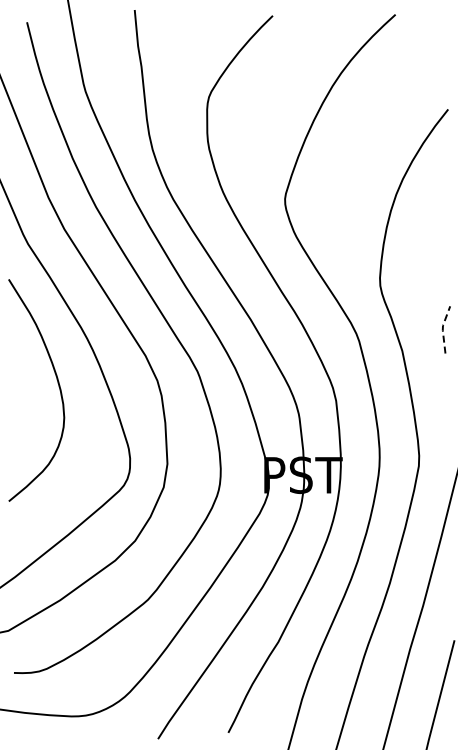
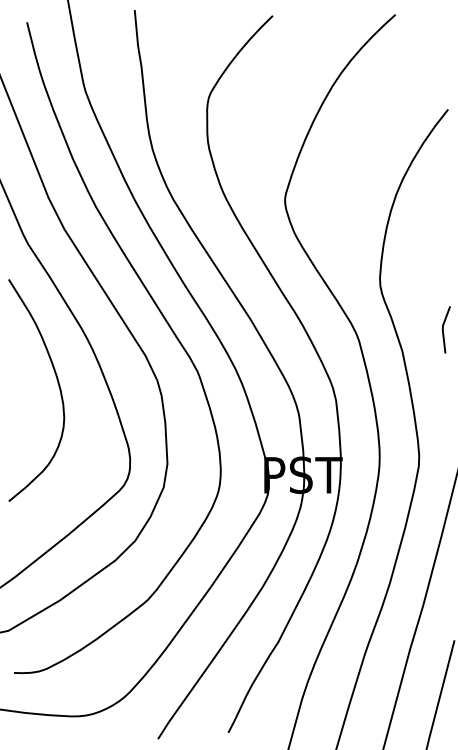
line at (442, 329): dashed -> solid
